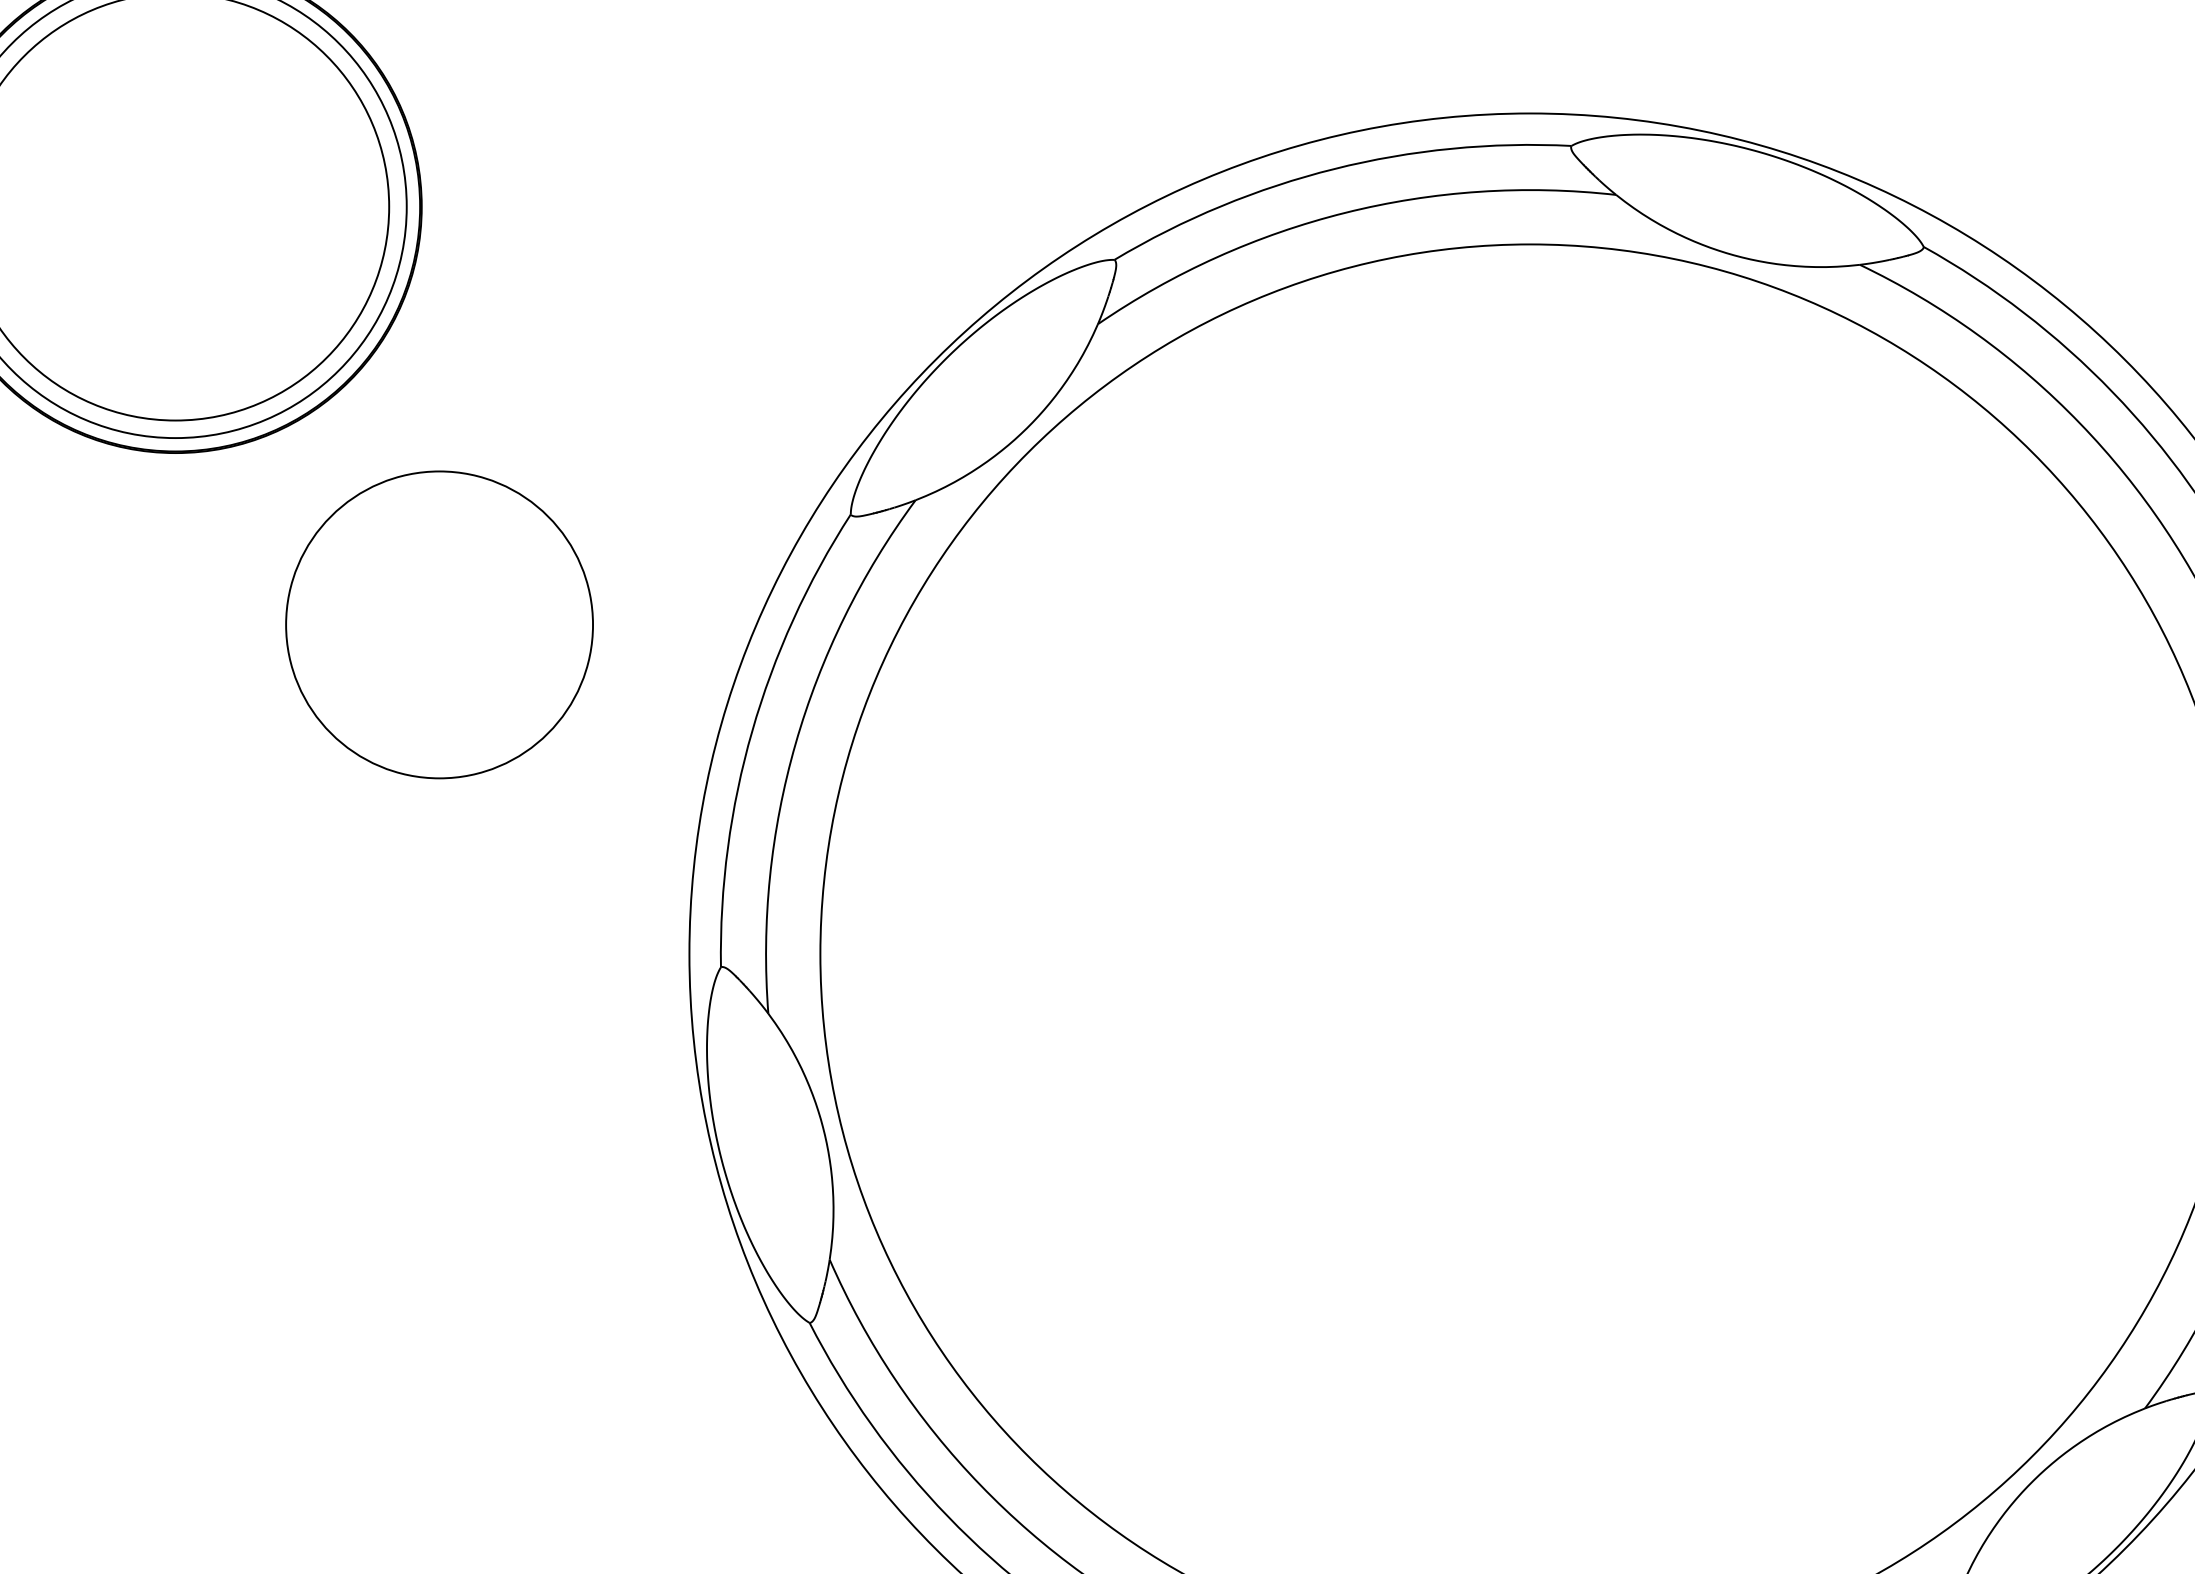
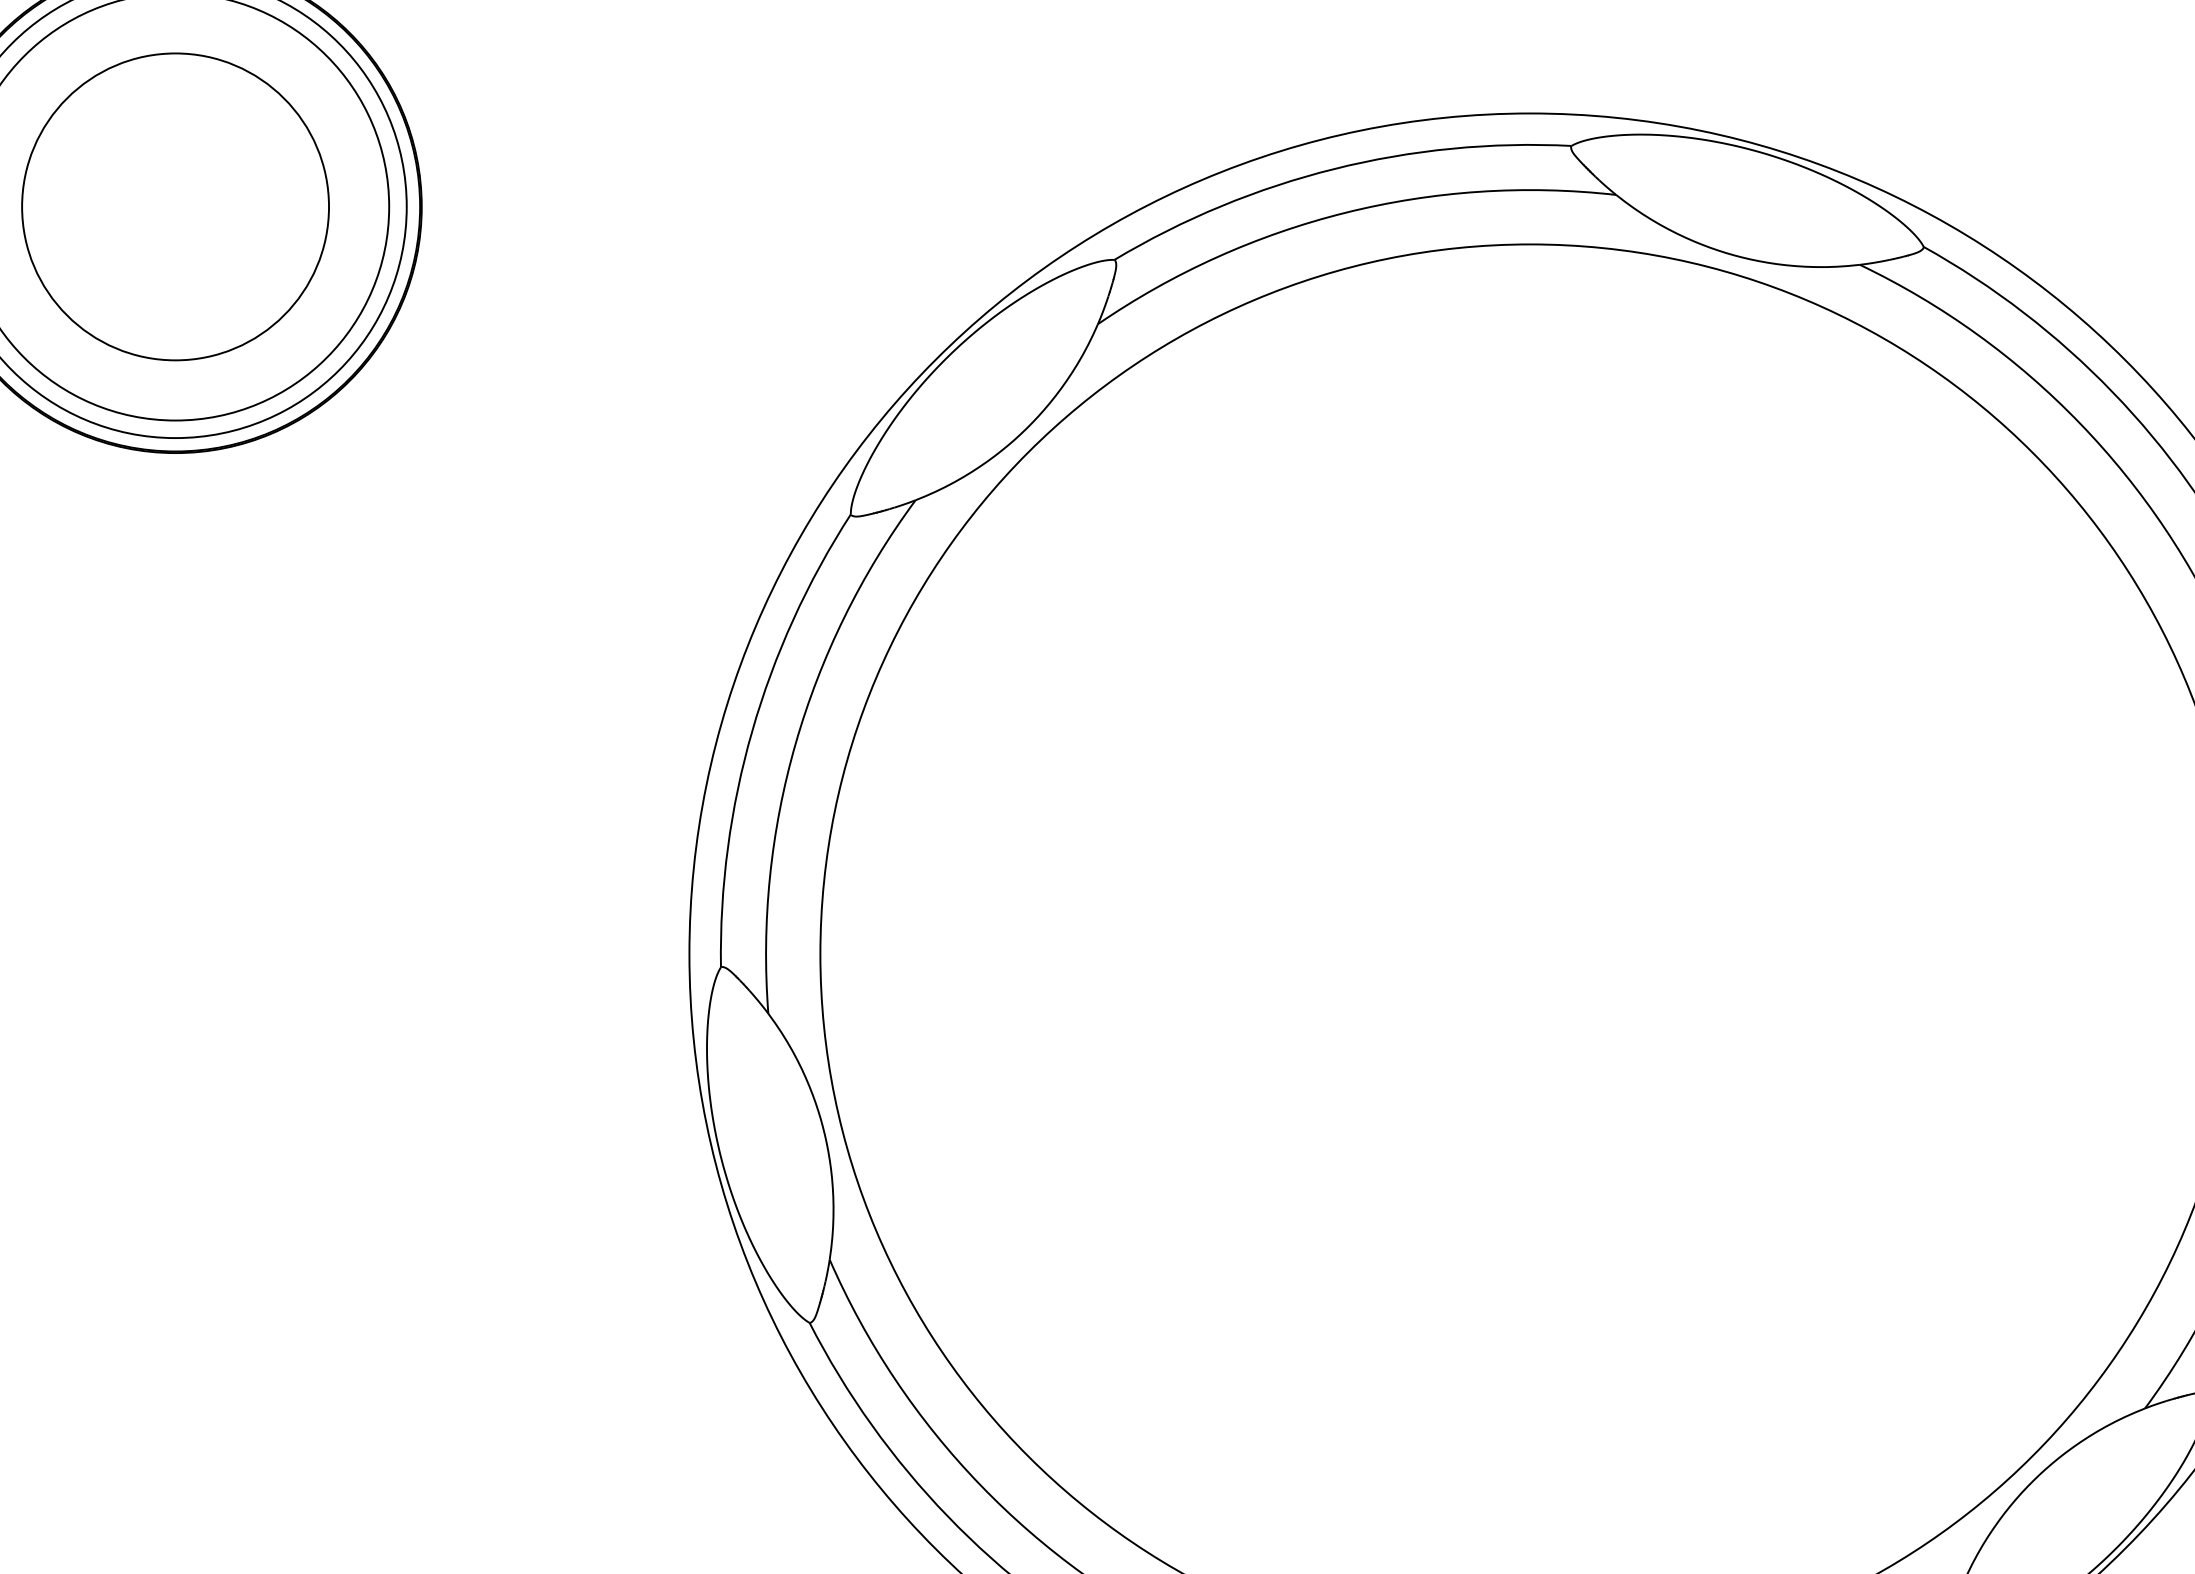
circle at (439, 624) position: (439, 624) -> (175, 206)
